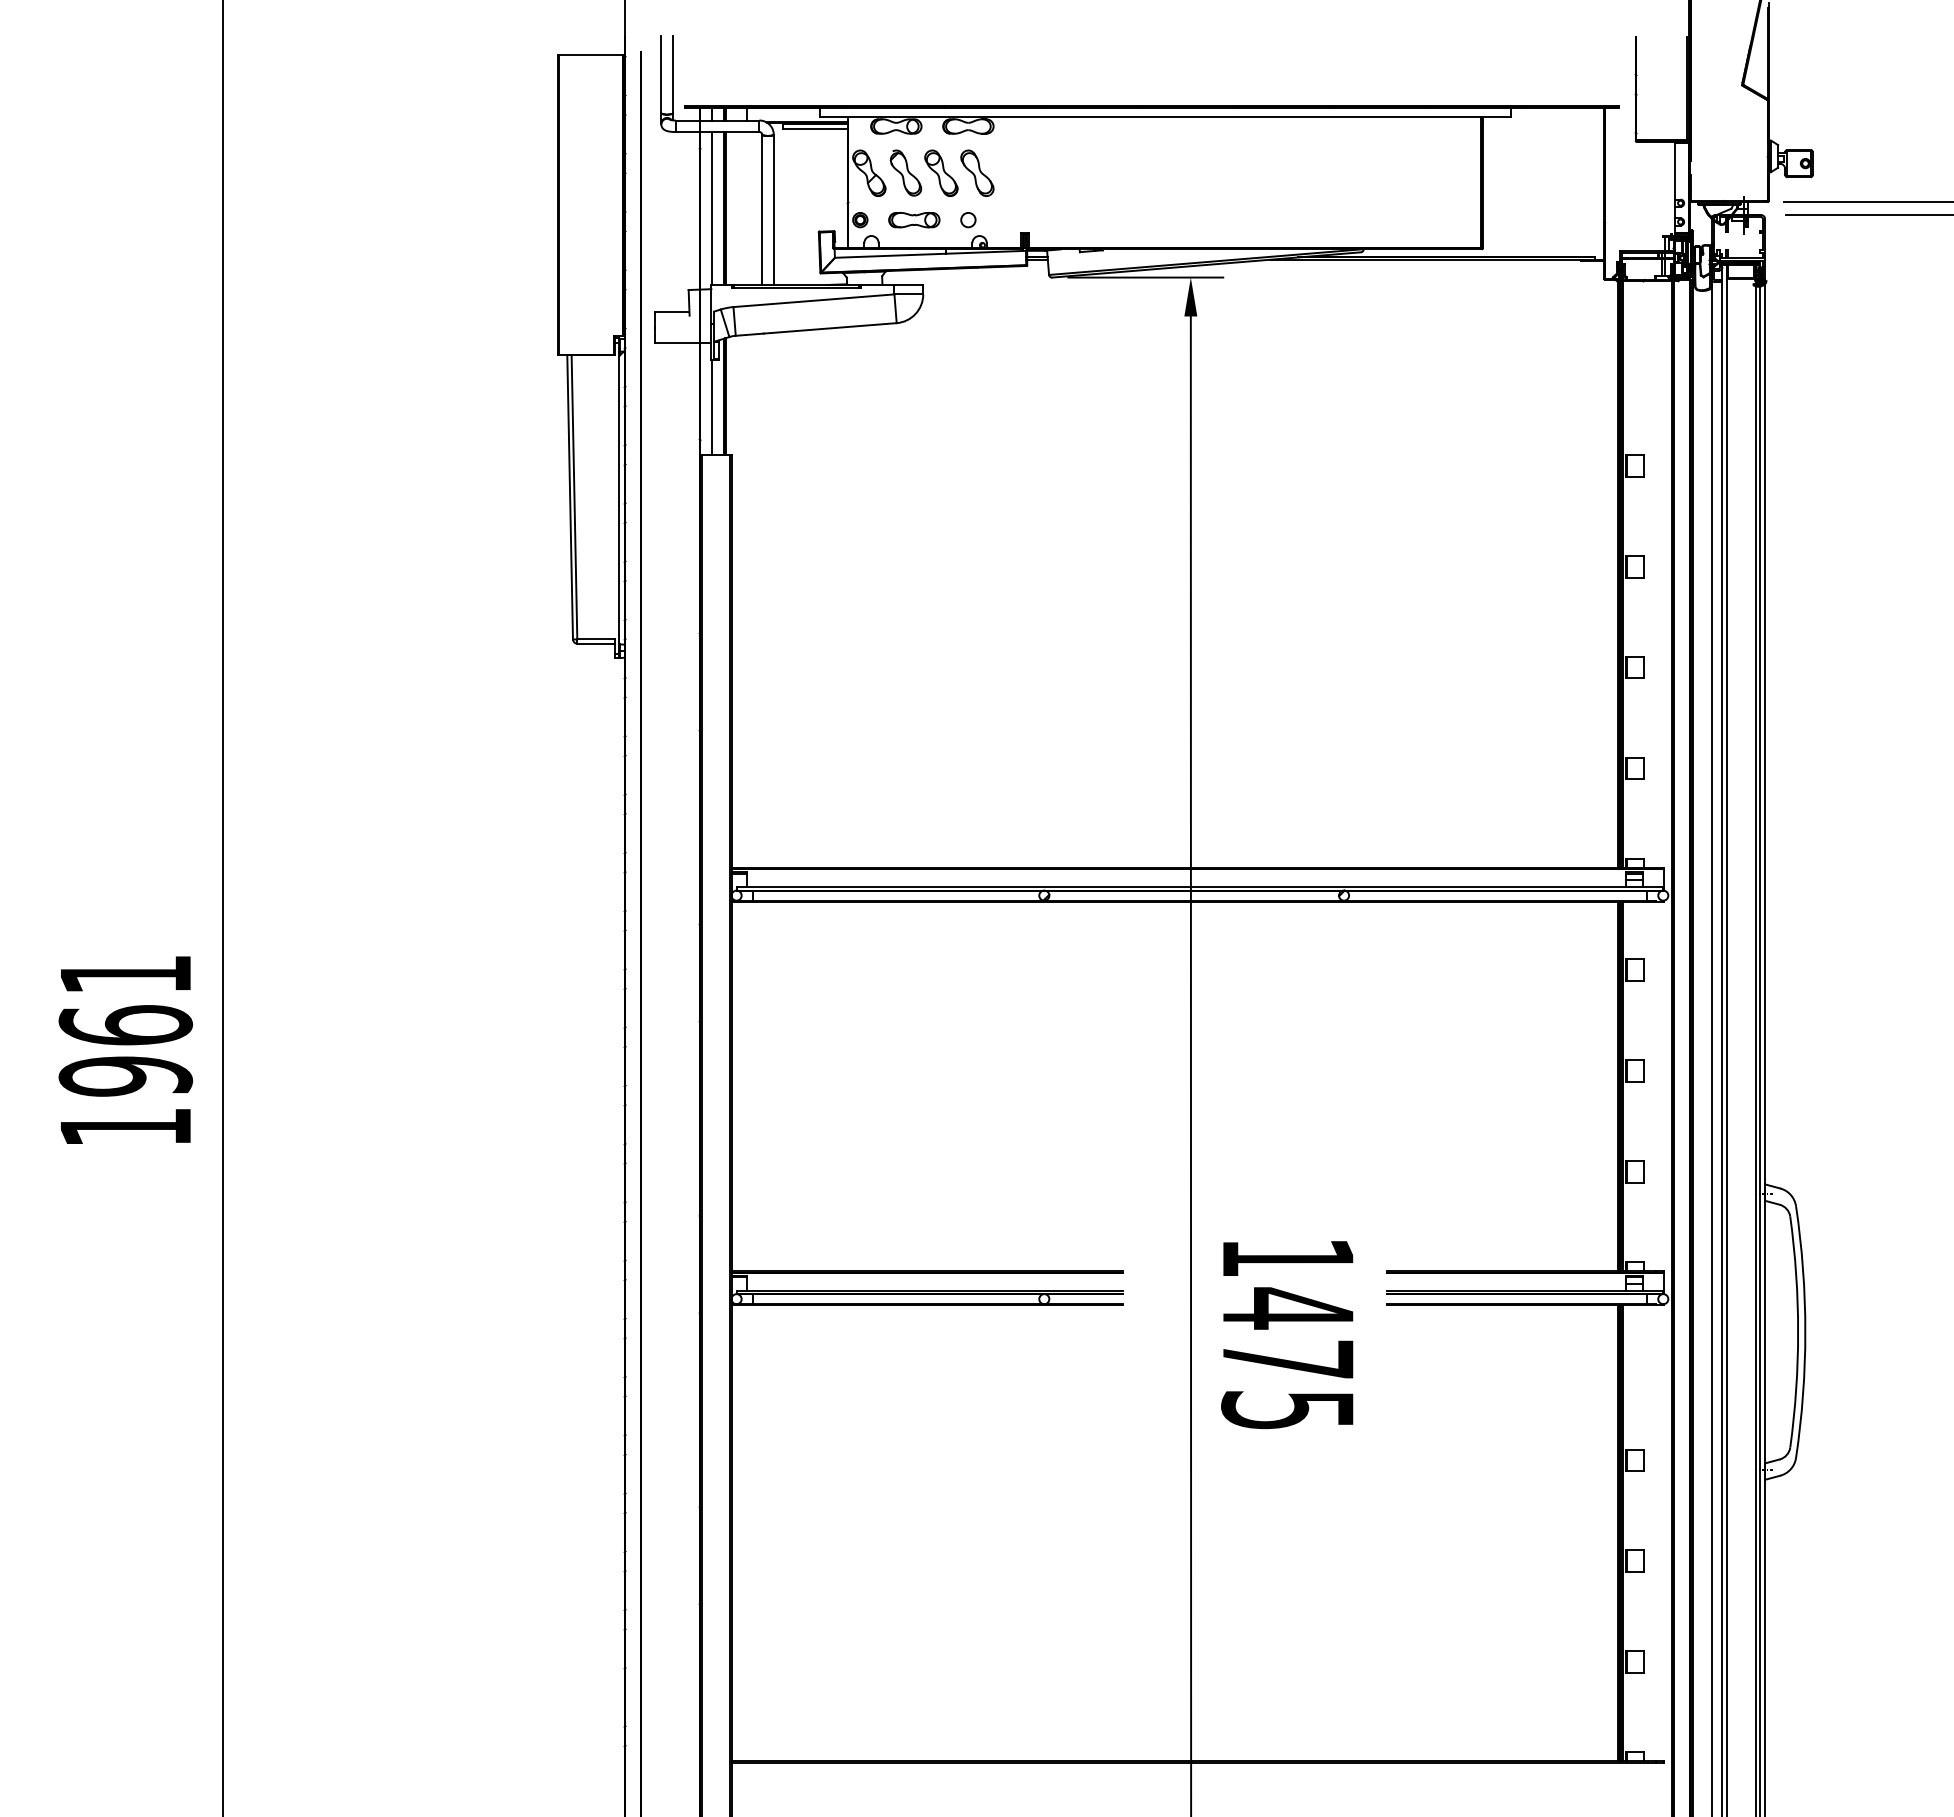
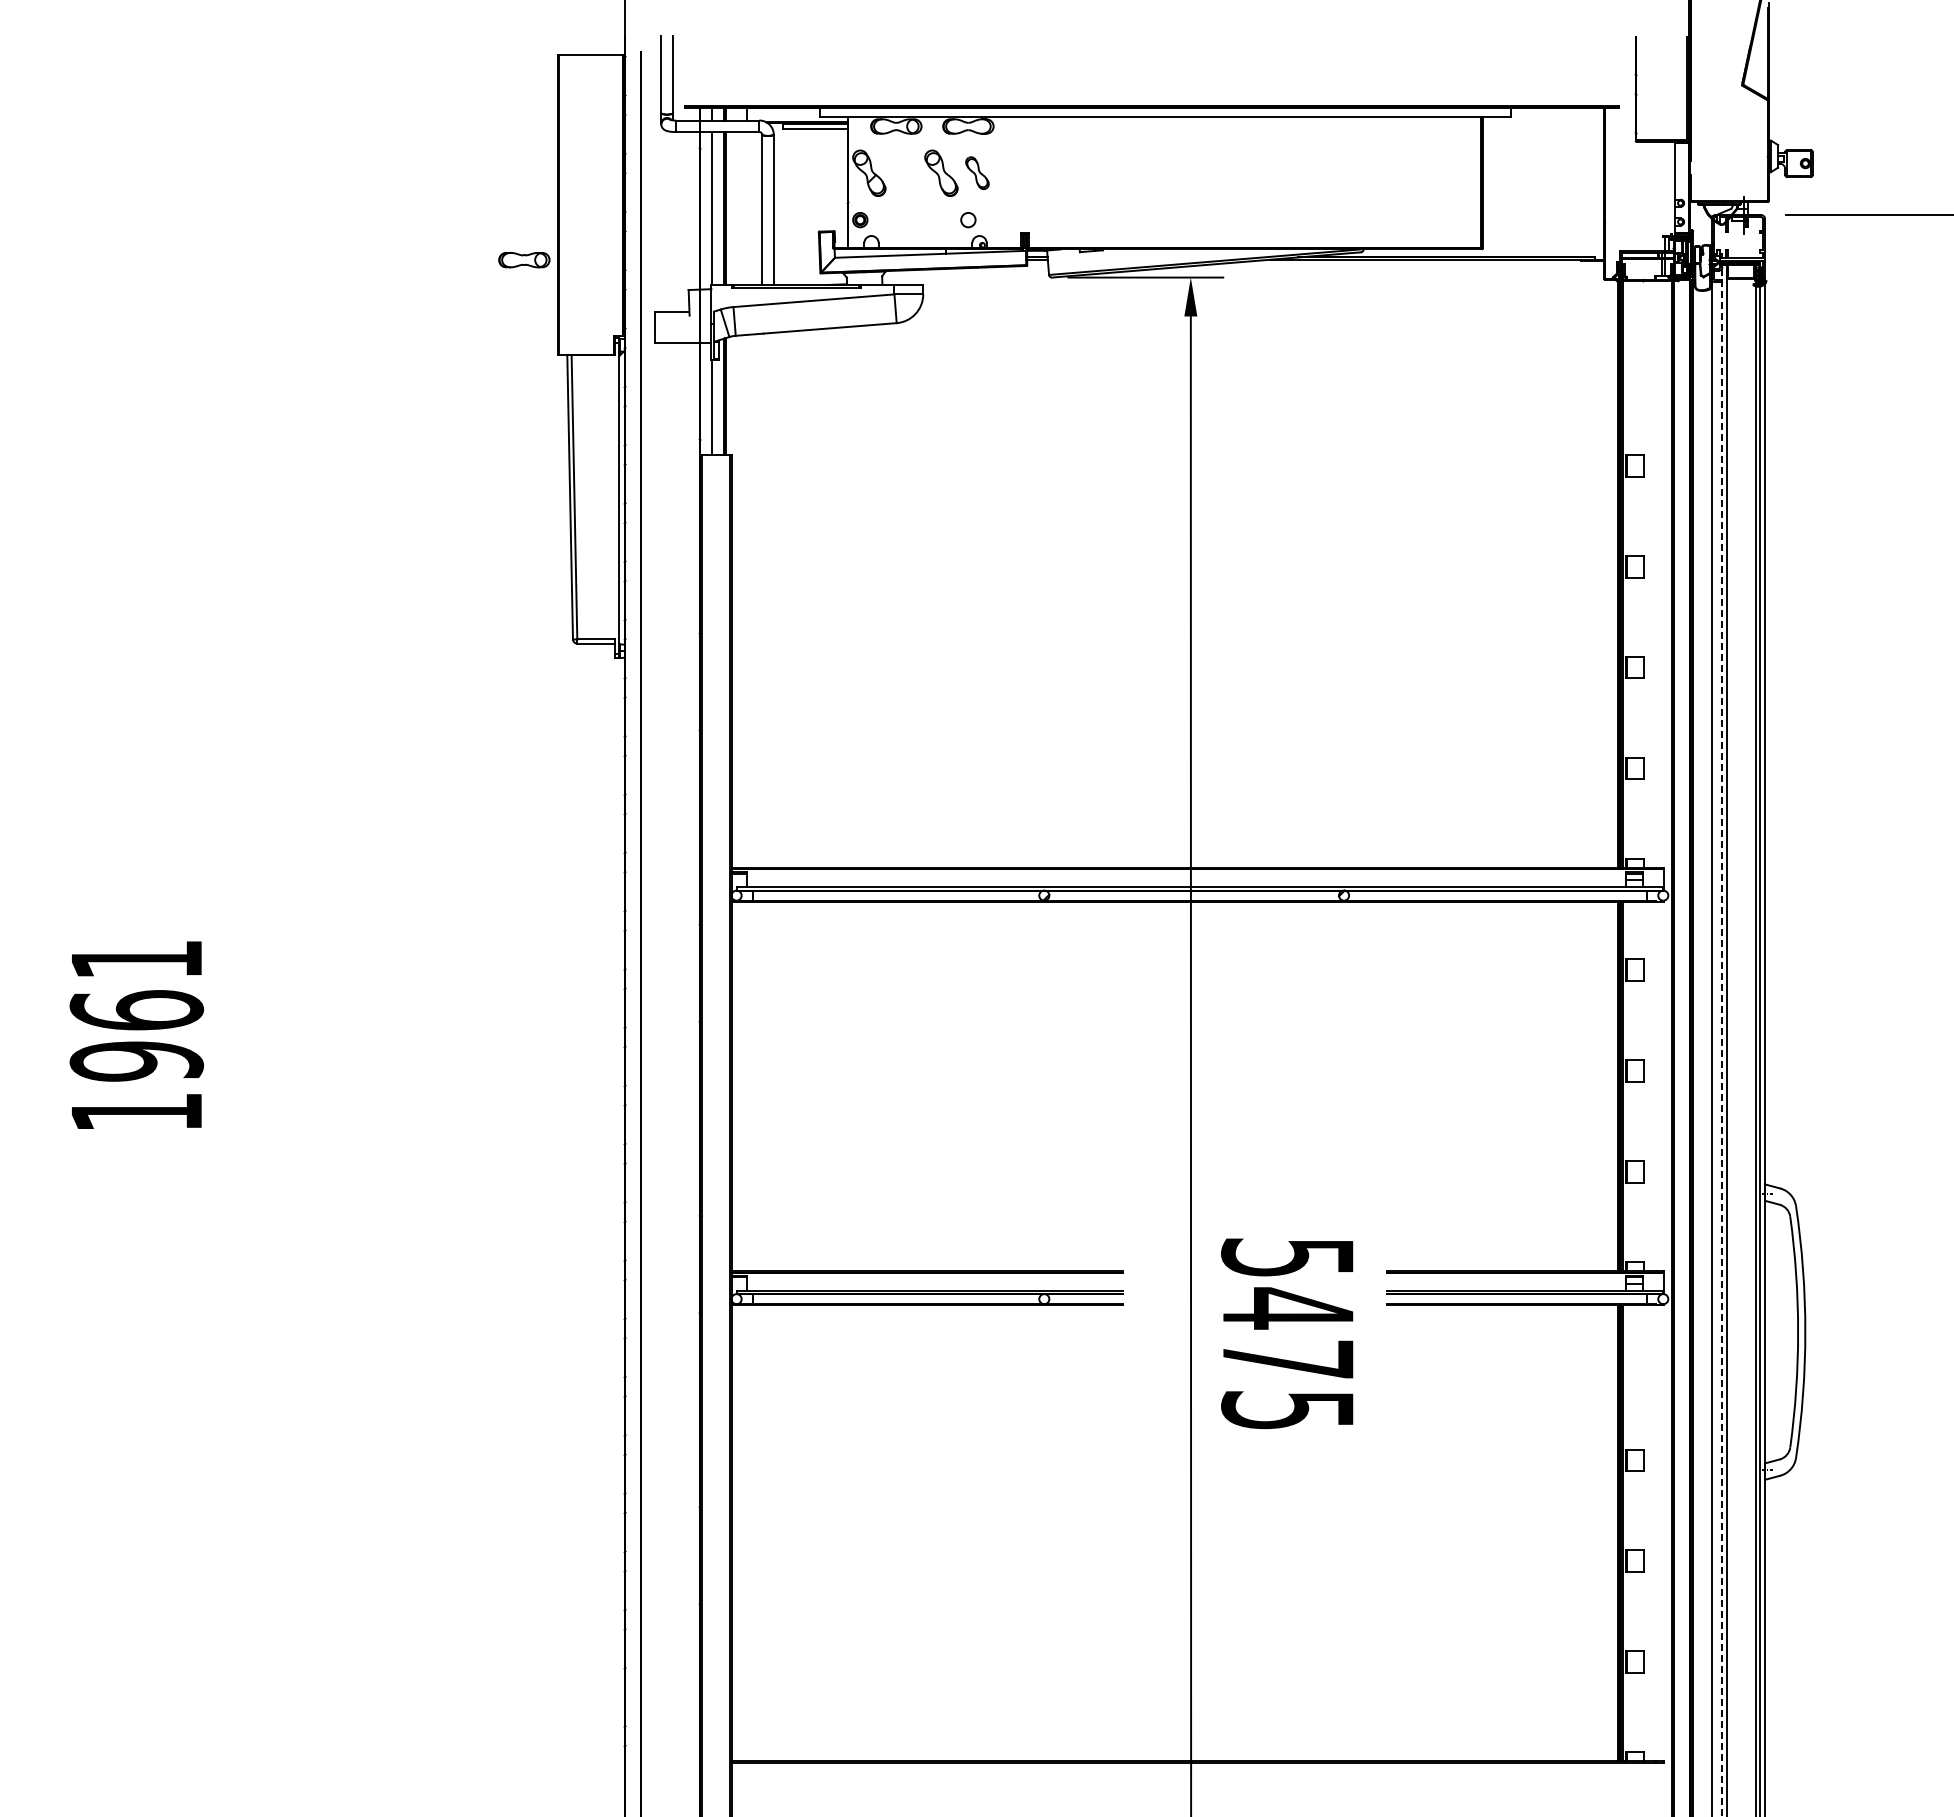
part at (905, 172): present -> none
part at (977, 172) size: 35x48 px -> 25x35 px
line at (1866, 202): present -> none
part at (914, 220) position: (914, 220) -> (524, 260)
line at (223, 907): present -> none
line at (1722, 1040): solid -> dashed
text at (125, 1049) position: (125, 1049) -> (136, 1034)
text at (1287, 1257): 1475 -> 5475
